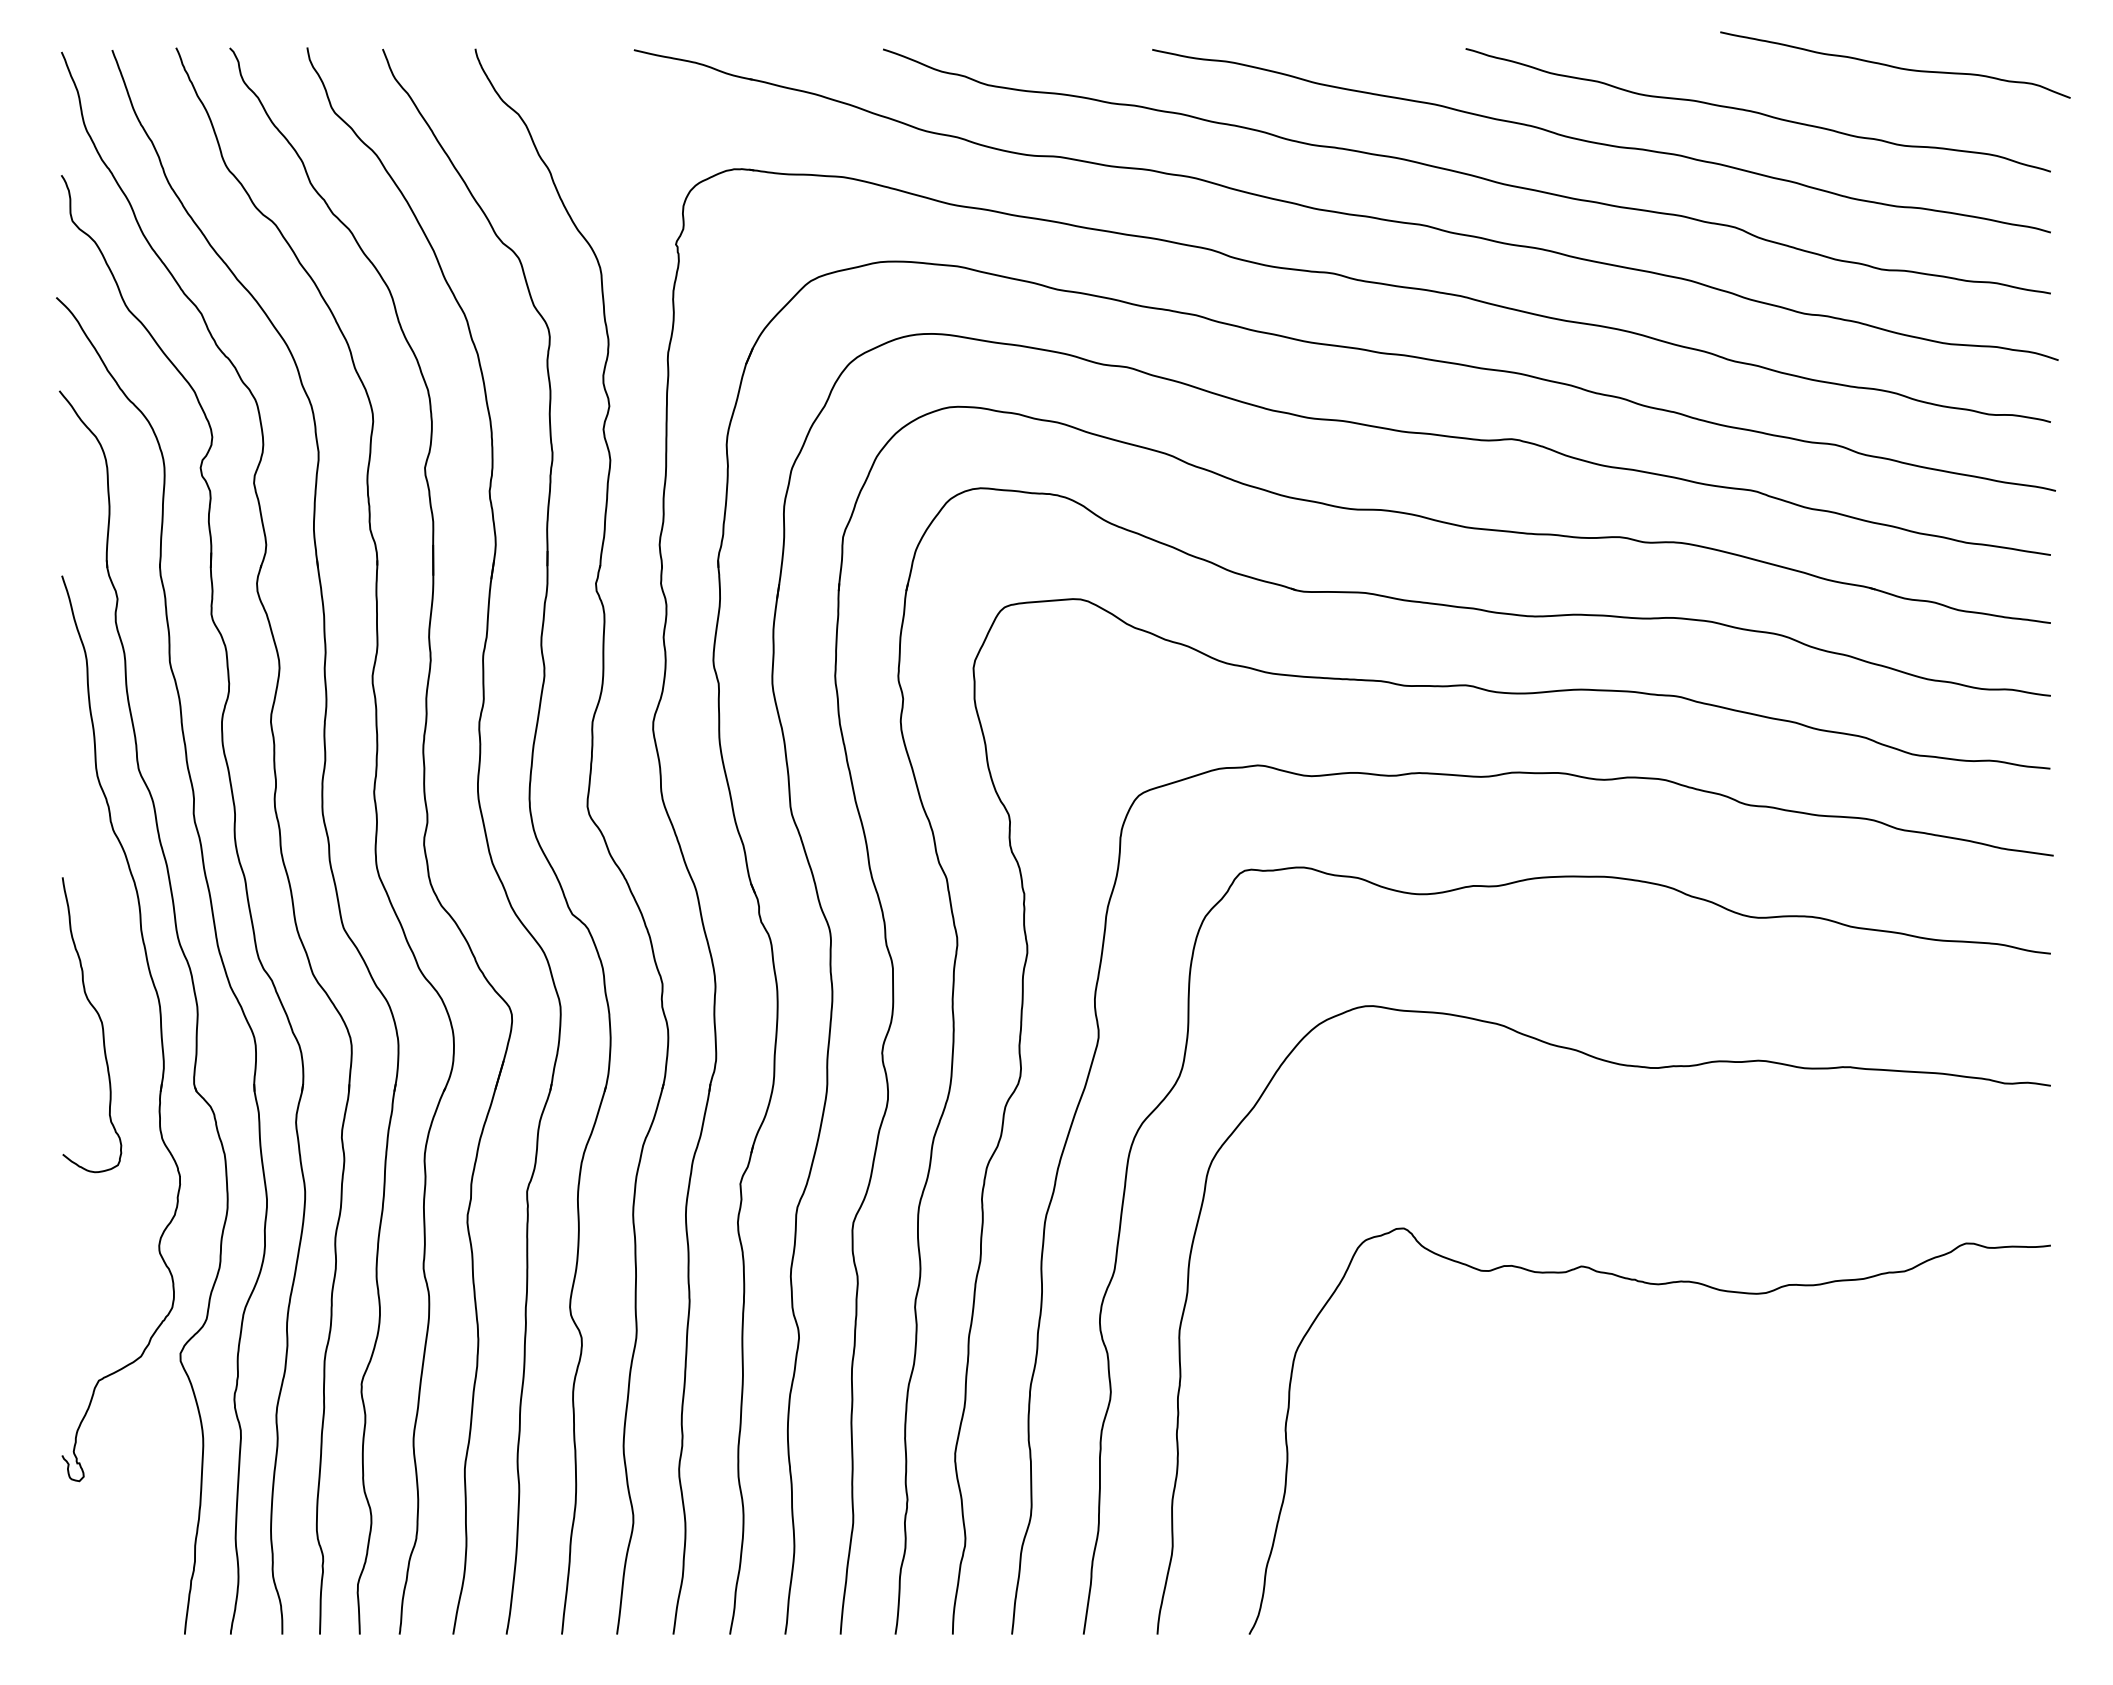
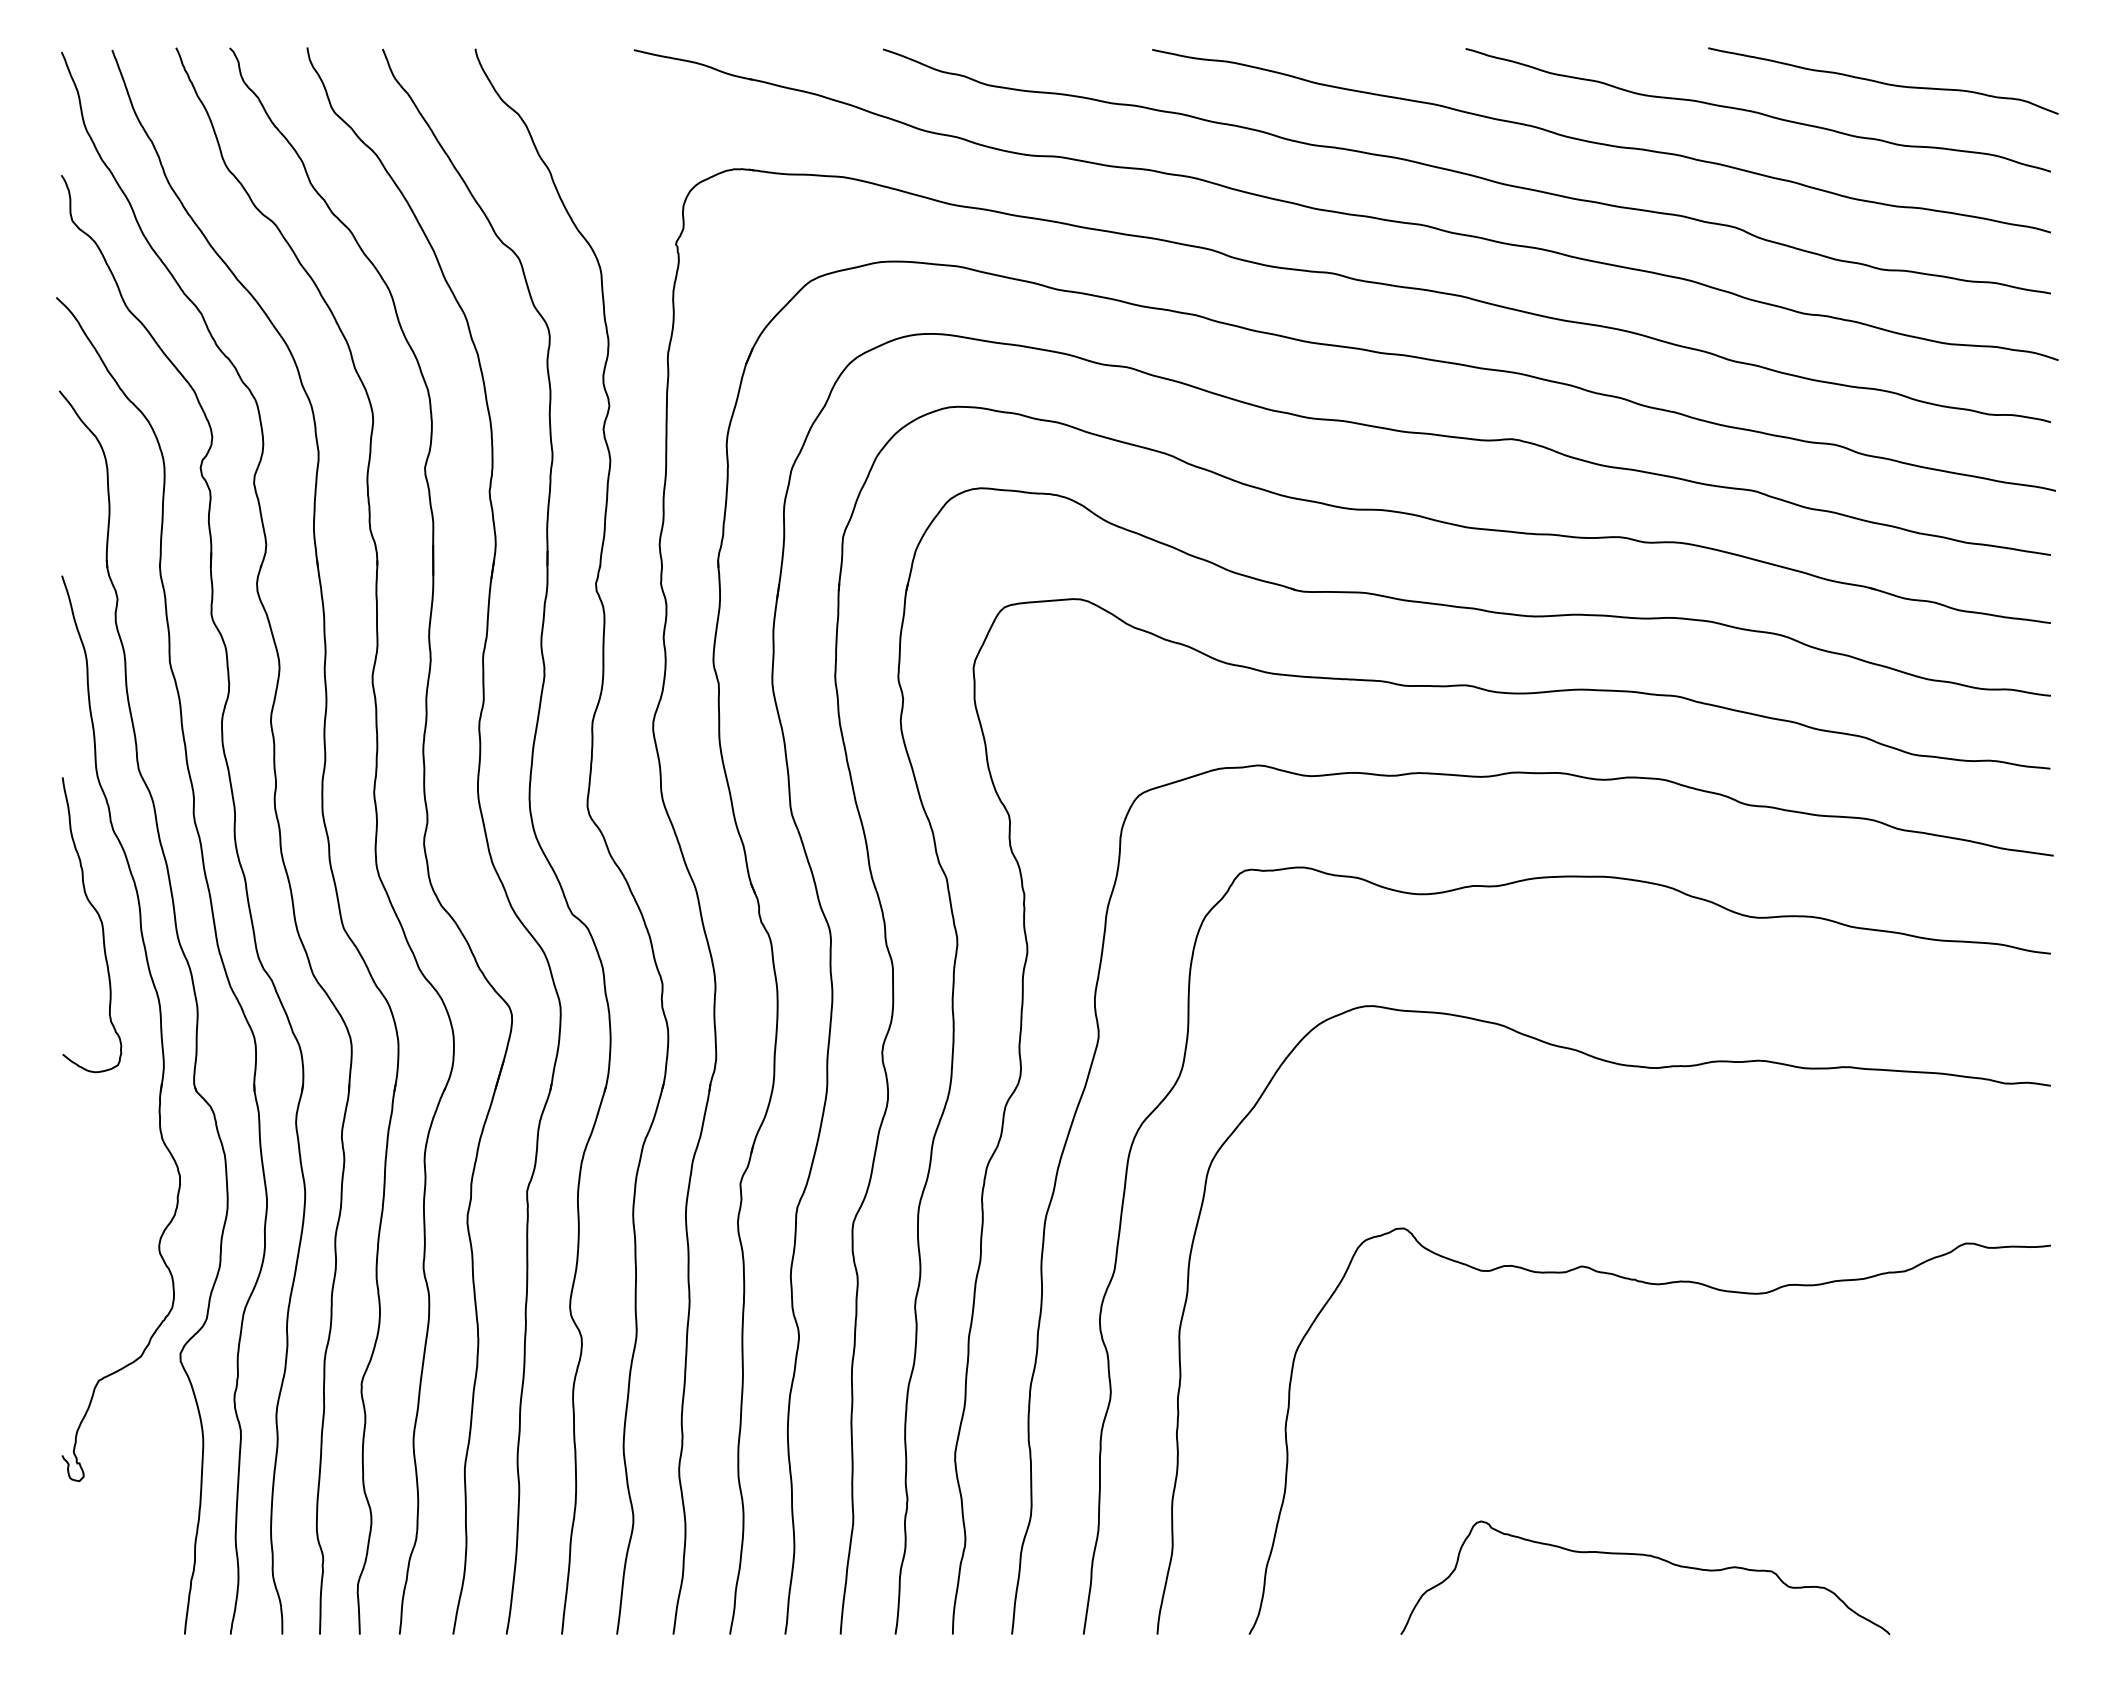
curve at (1895, 66) position: (1895, 66) -> (1883, 82)
curve at (100, 1022) position: (100, 1022) -> (100, 922)
curve at (1646, 1556): none -> present
